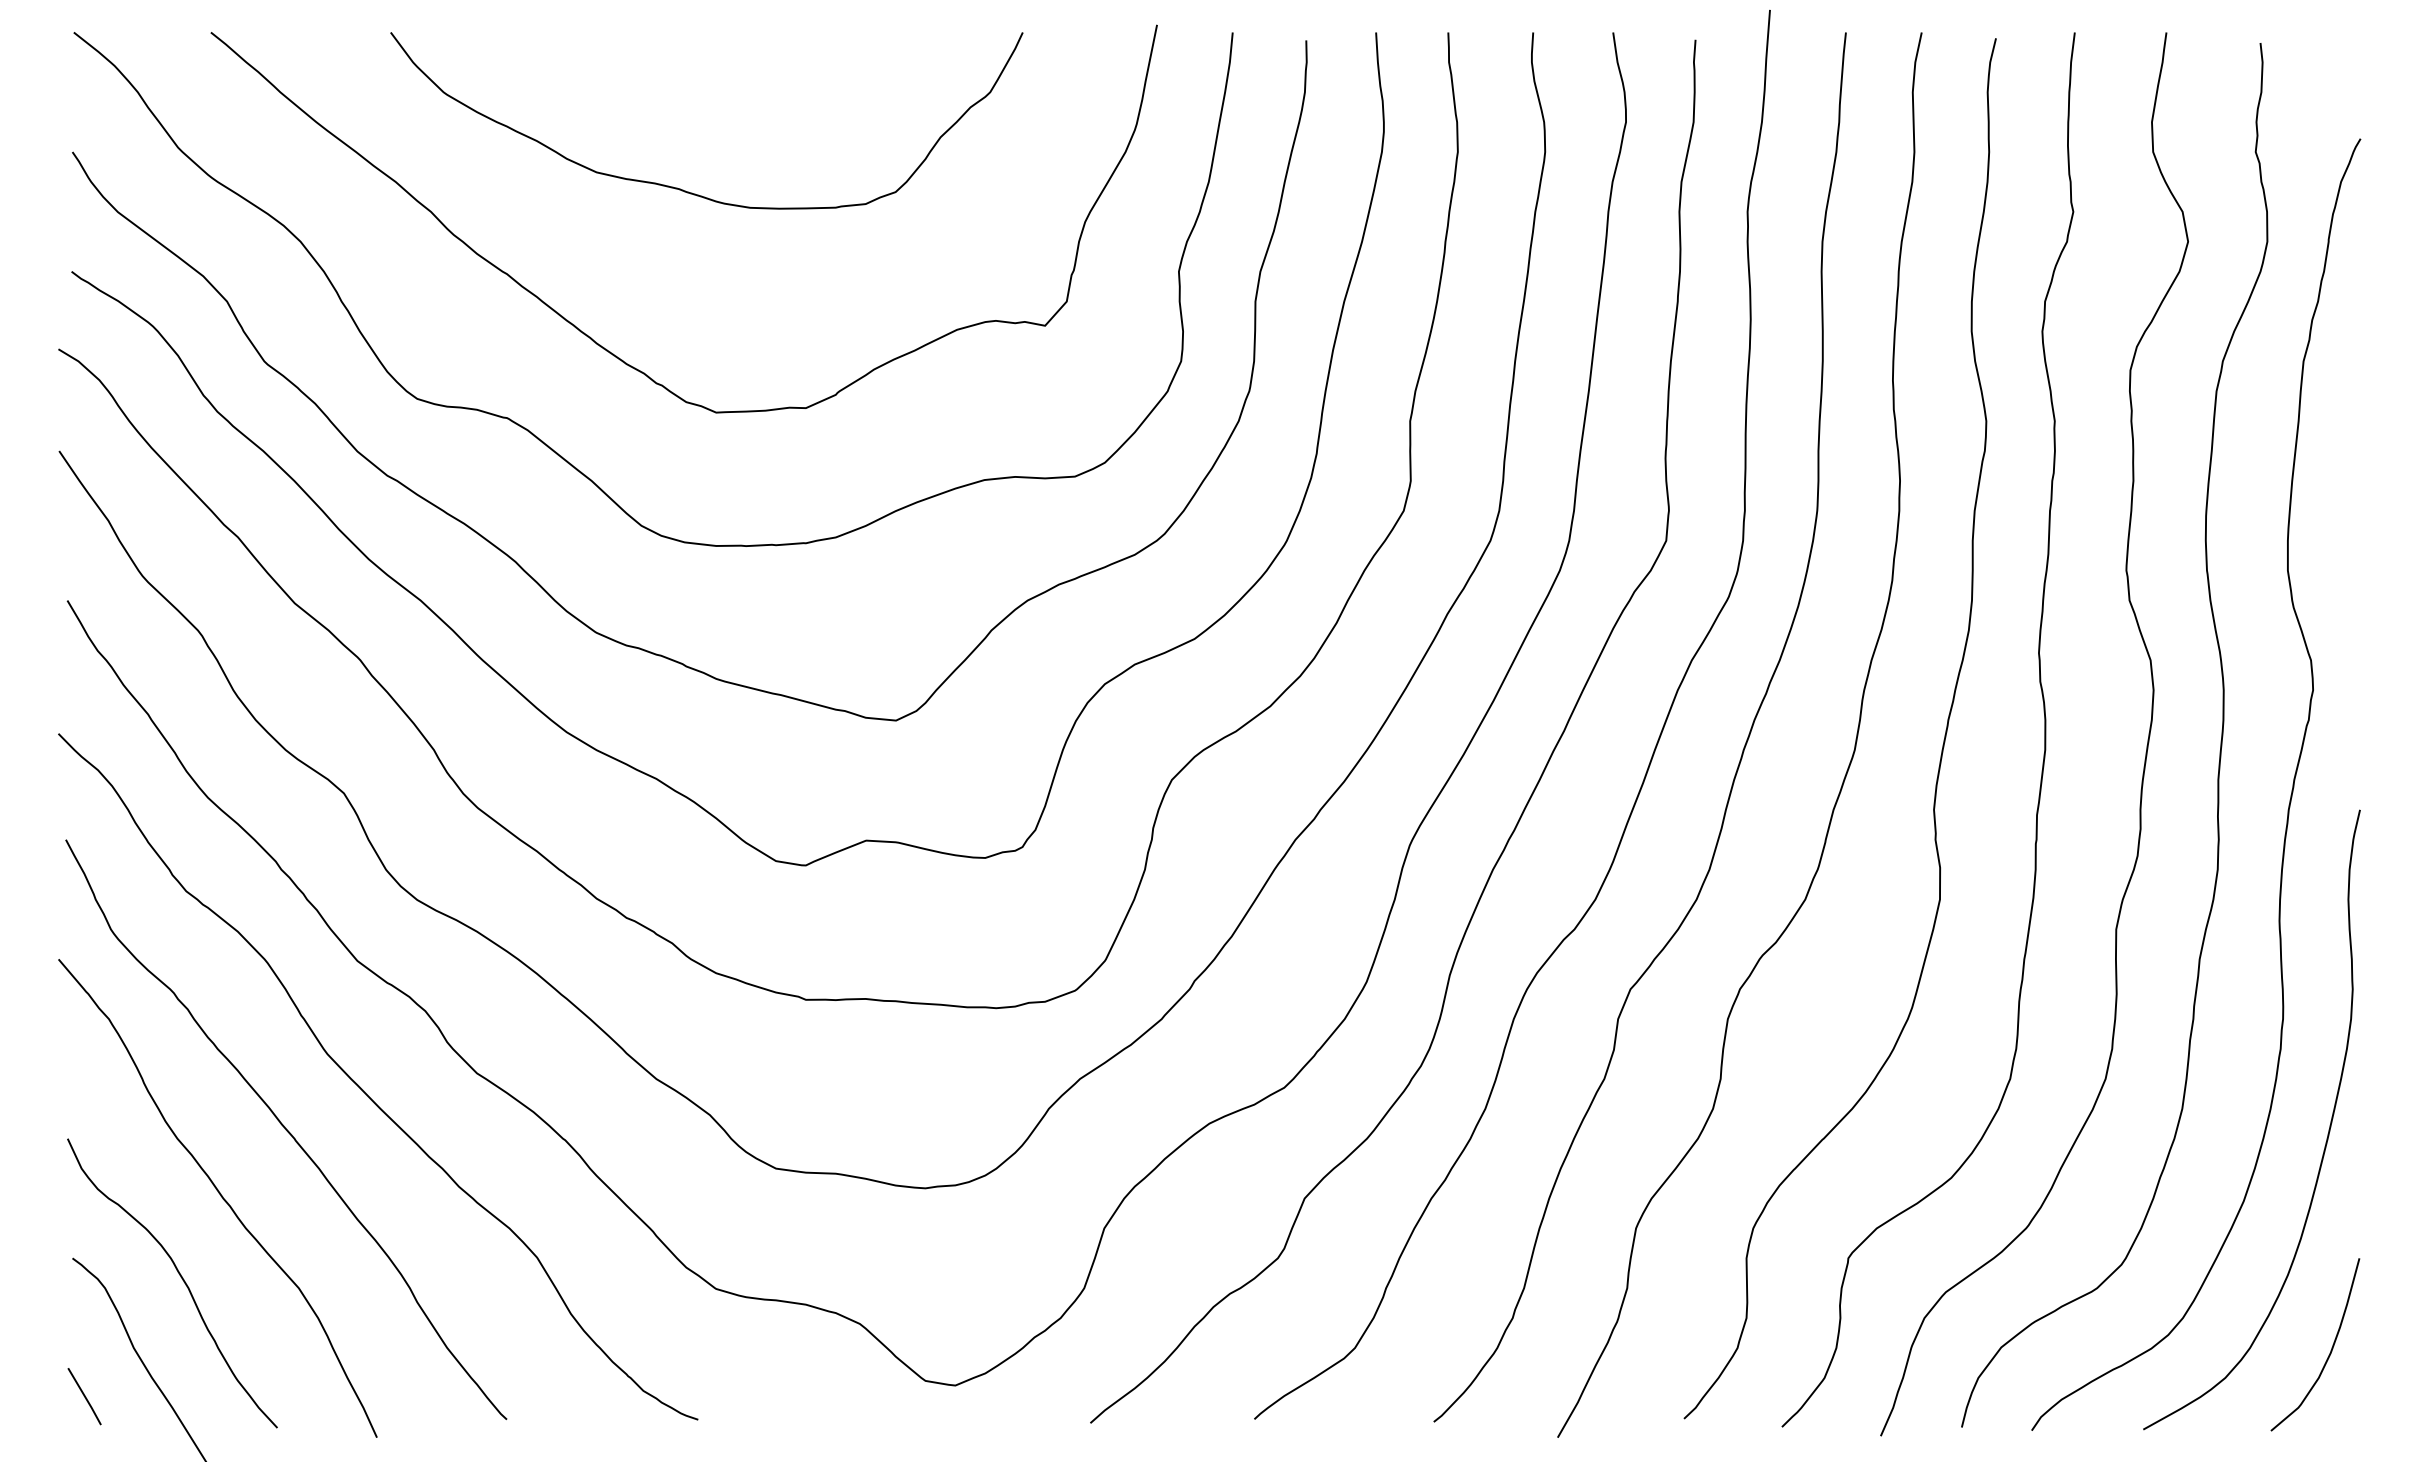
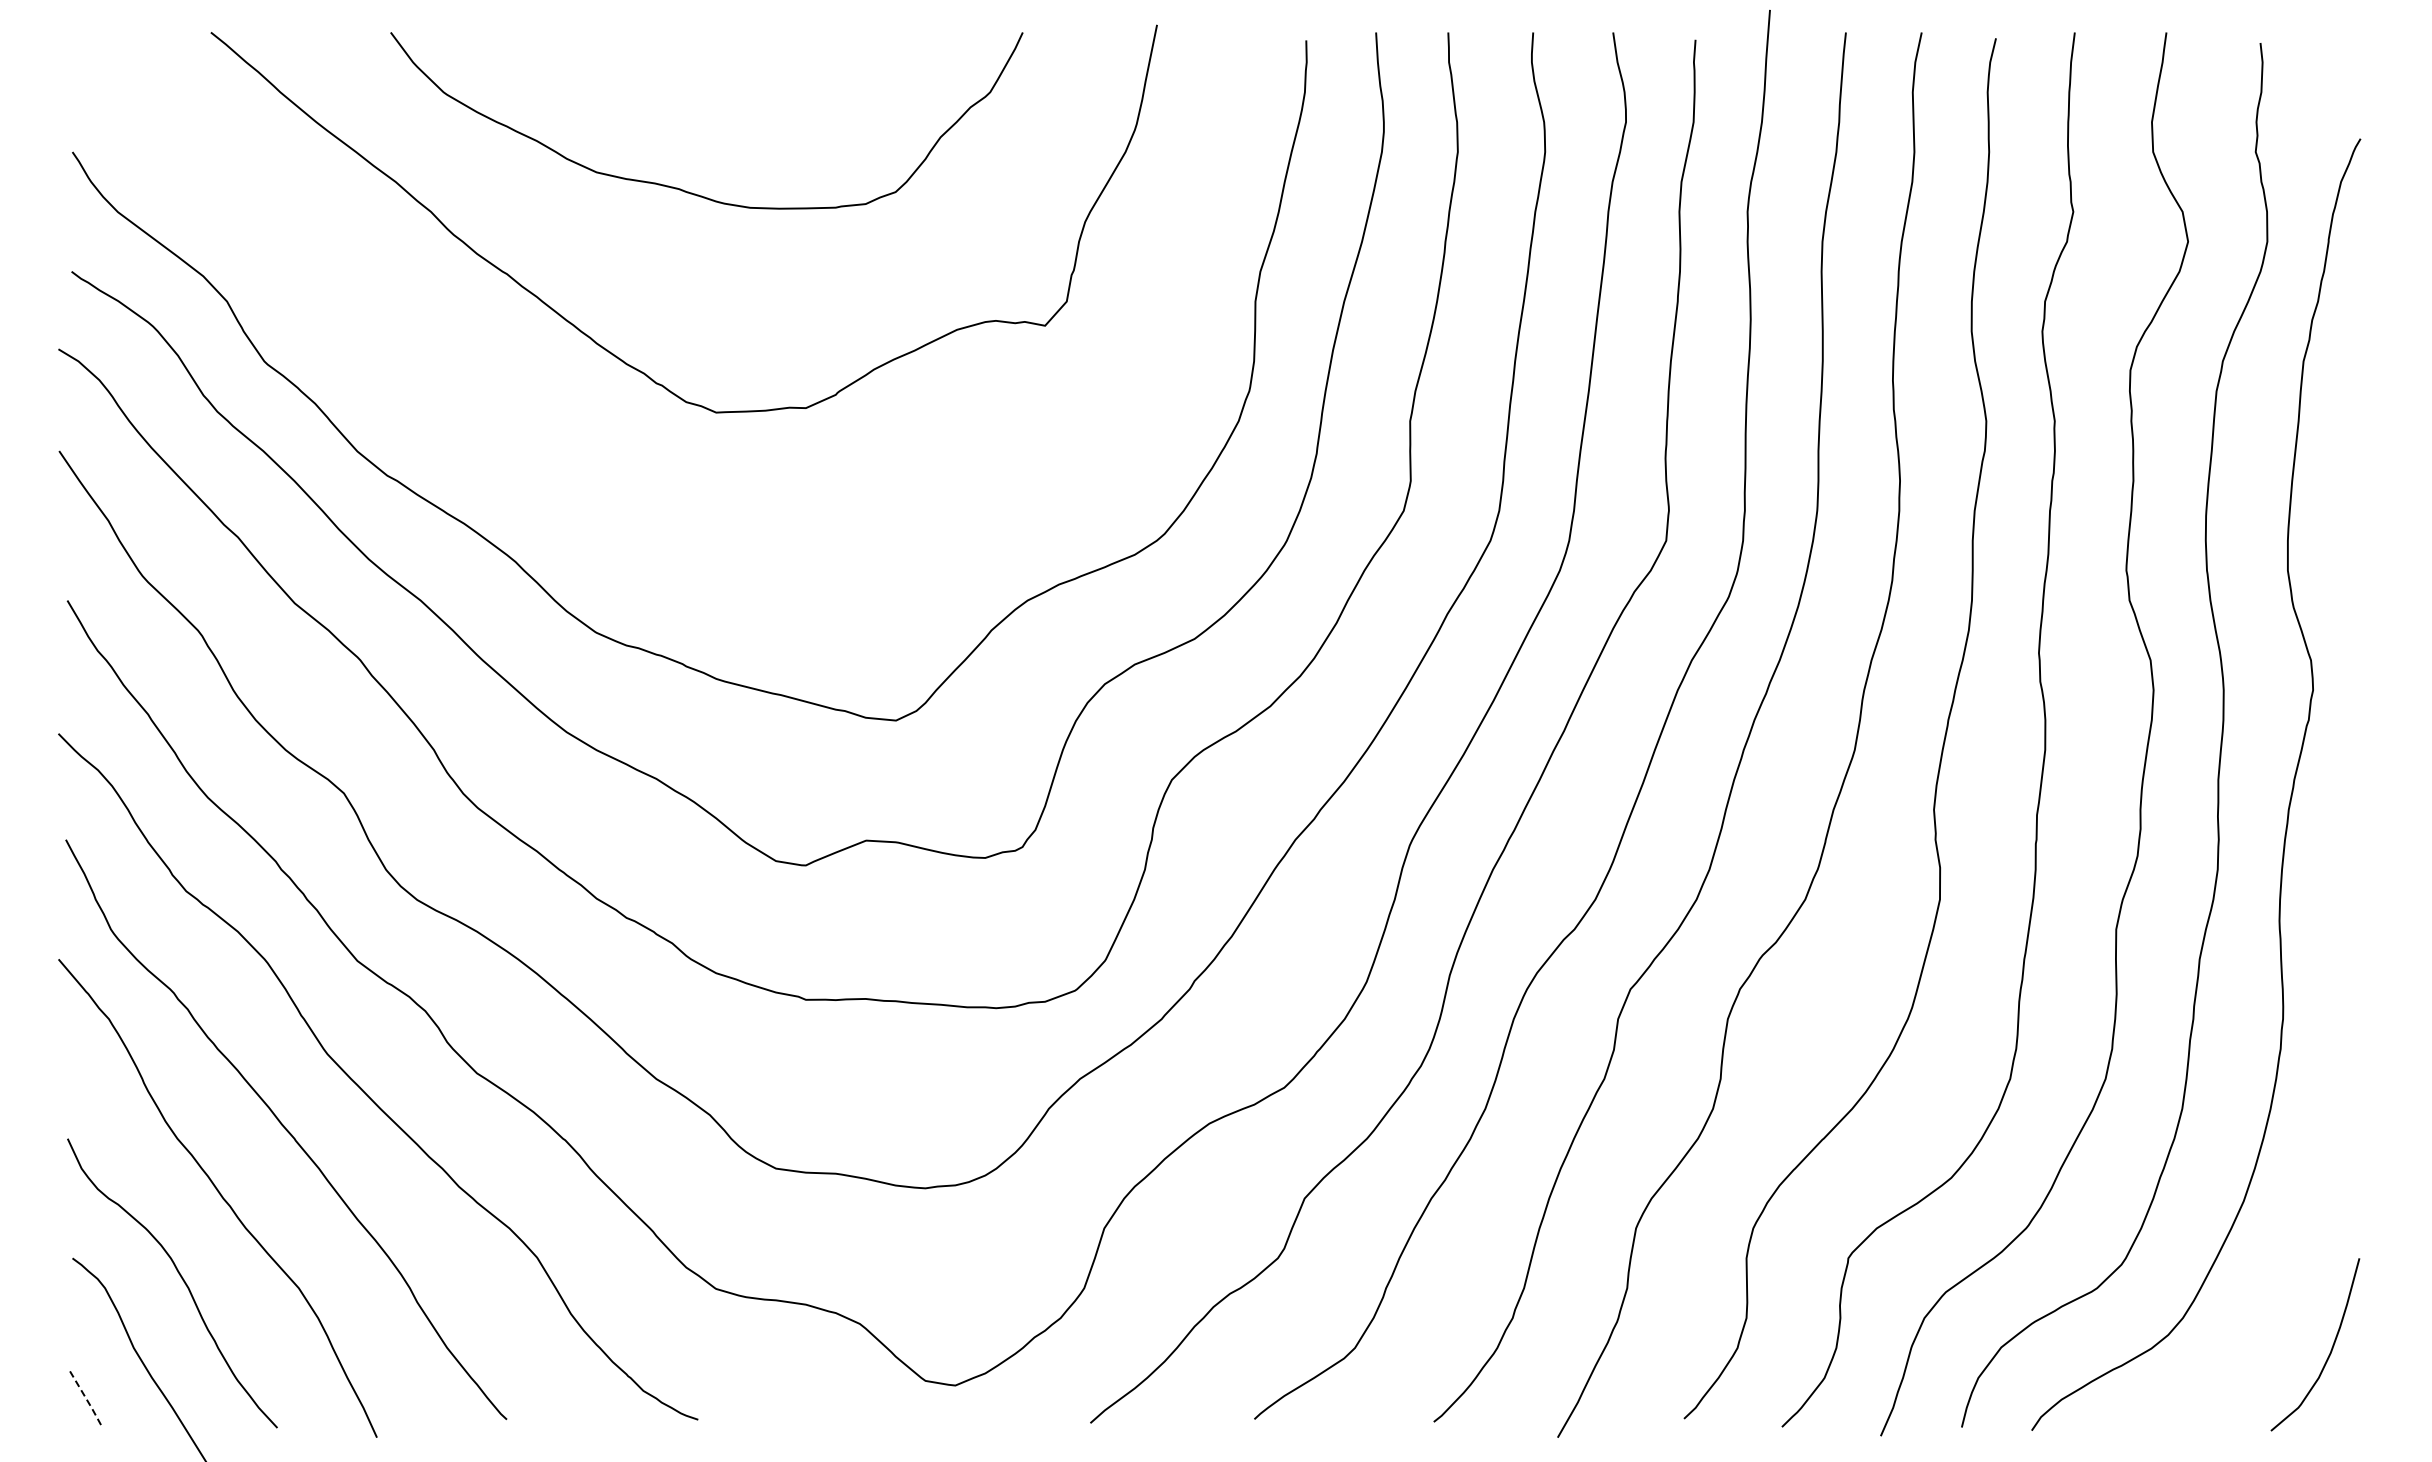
curve at (537, 436): present -> none
curve at (2327, 1133): present -> none
line at (85, 1396): solid -> dashed
